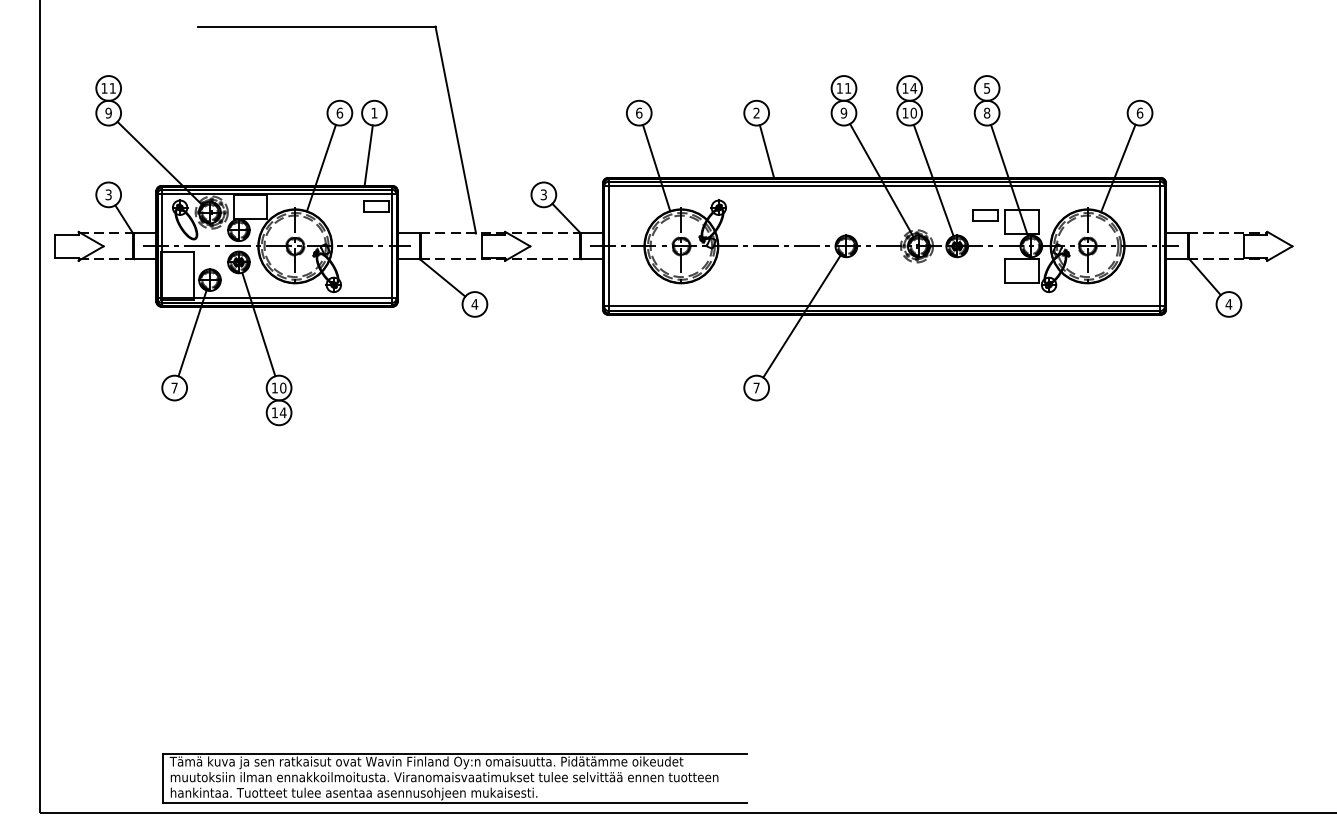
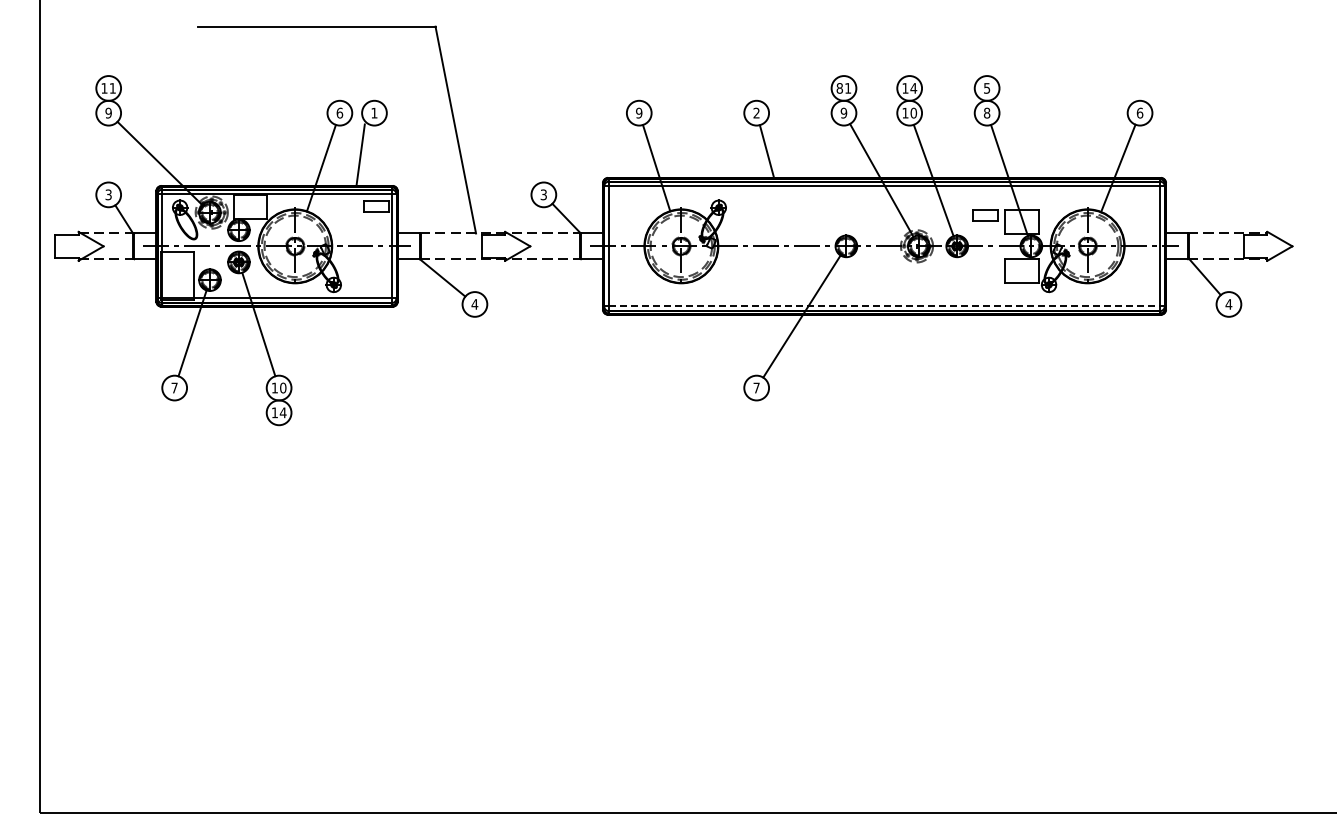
text at (839, 88): 11 -> 81
text at (639, 112): 6 -> 9
line at (368, 155) position: (368, 155) -> (360, 154)
line at (884, 306): solid -> dashed
part at (454, 778): present -> none
